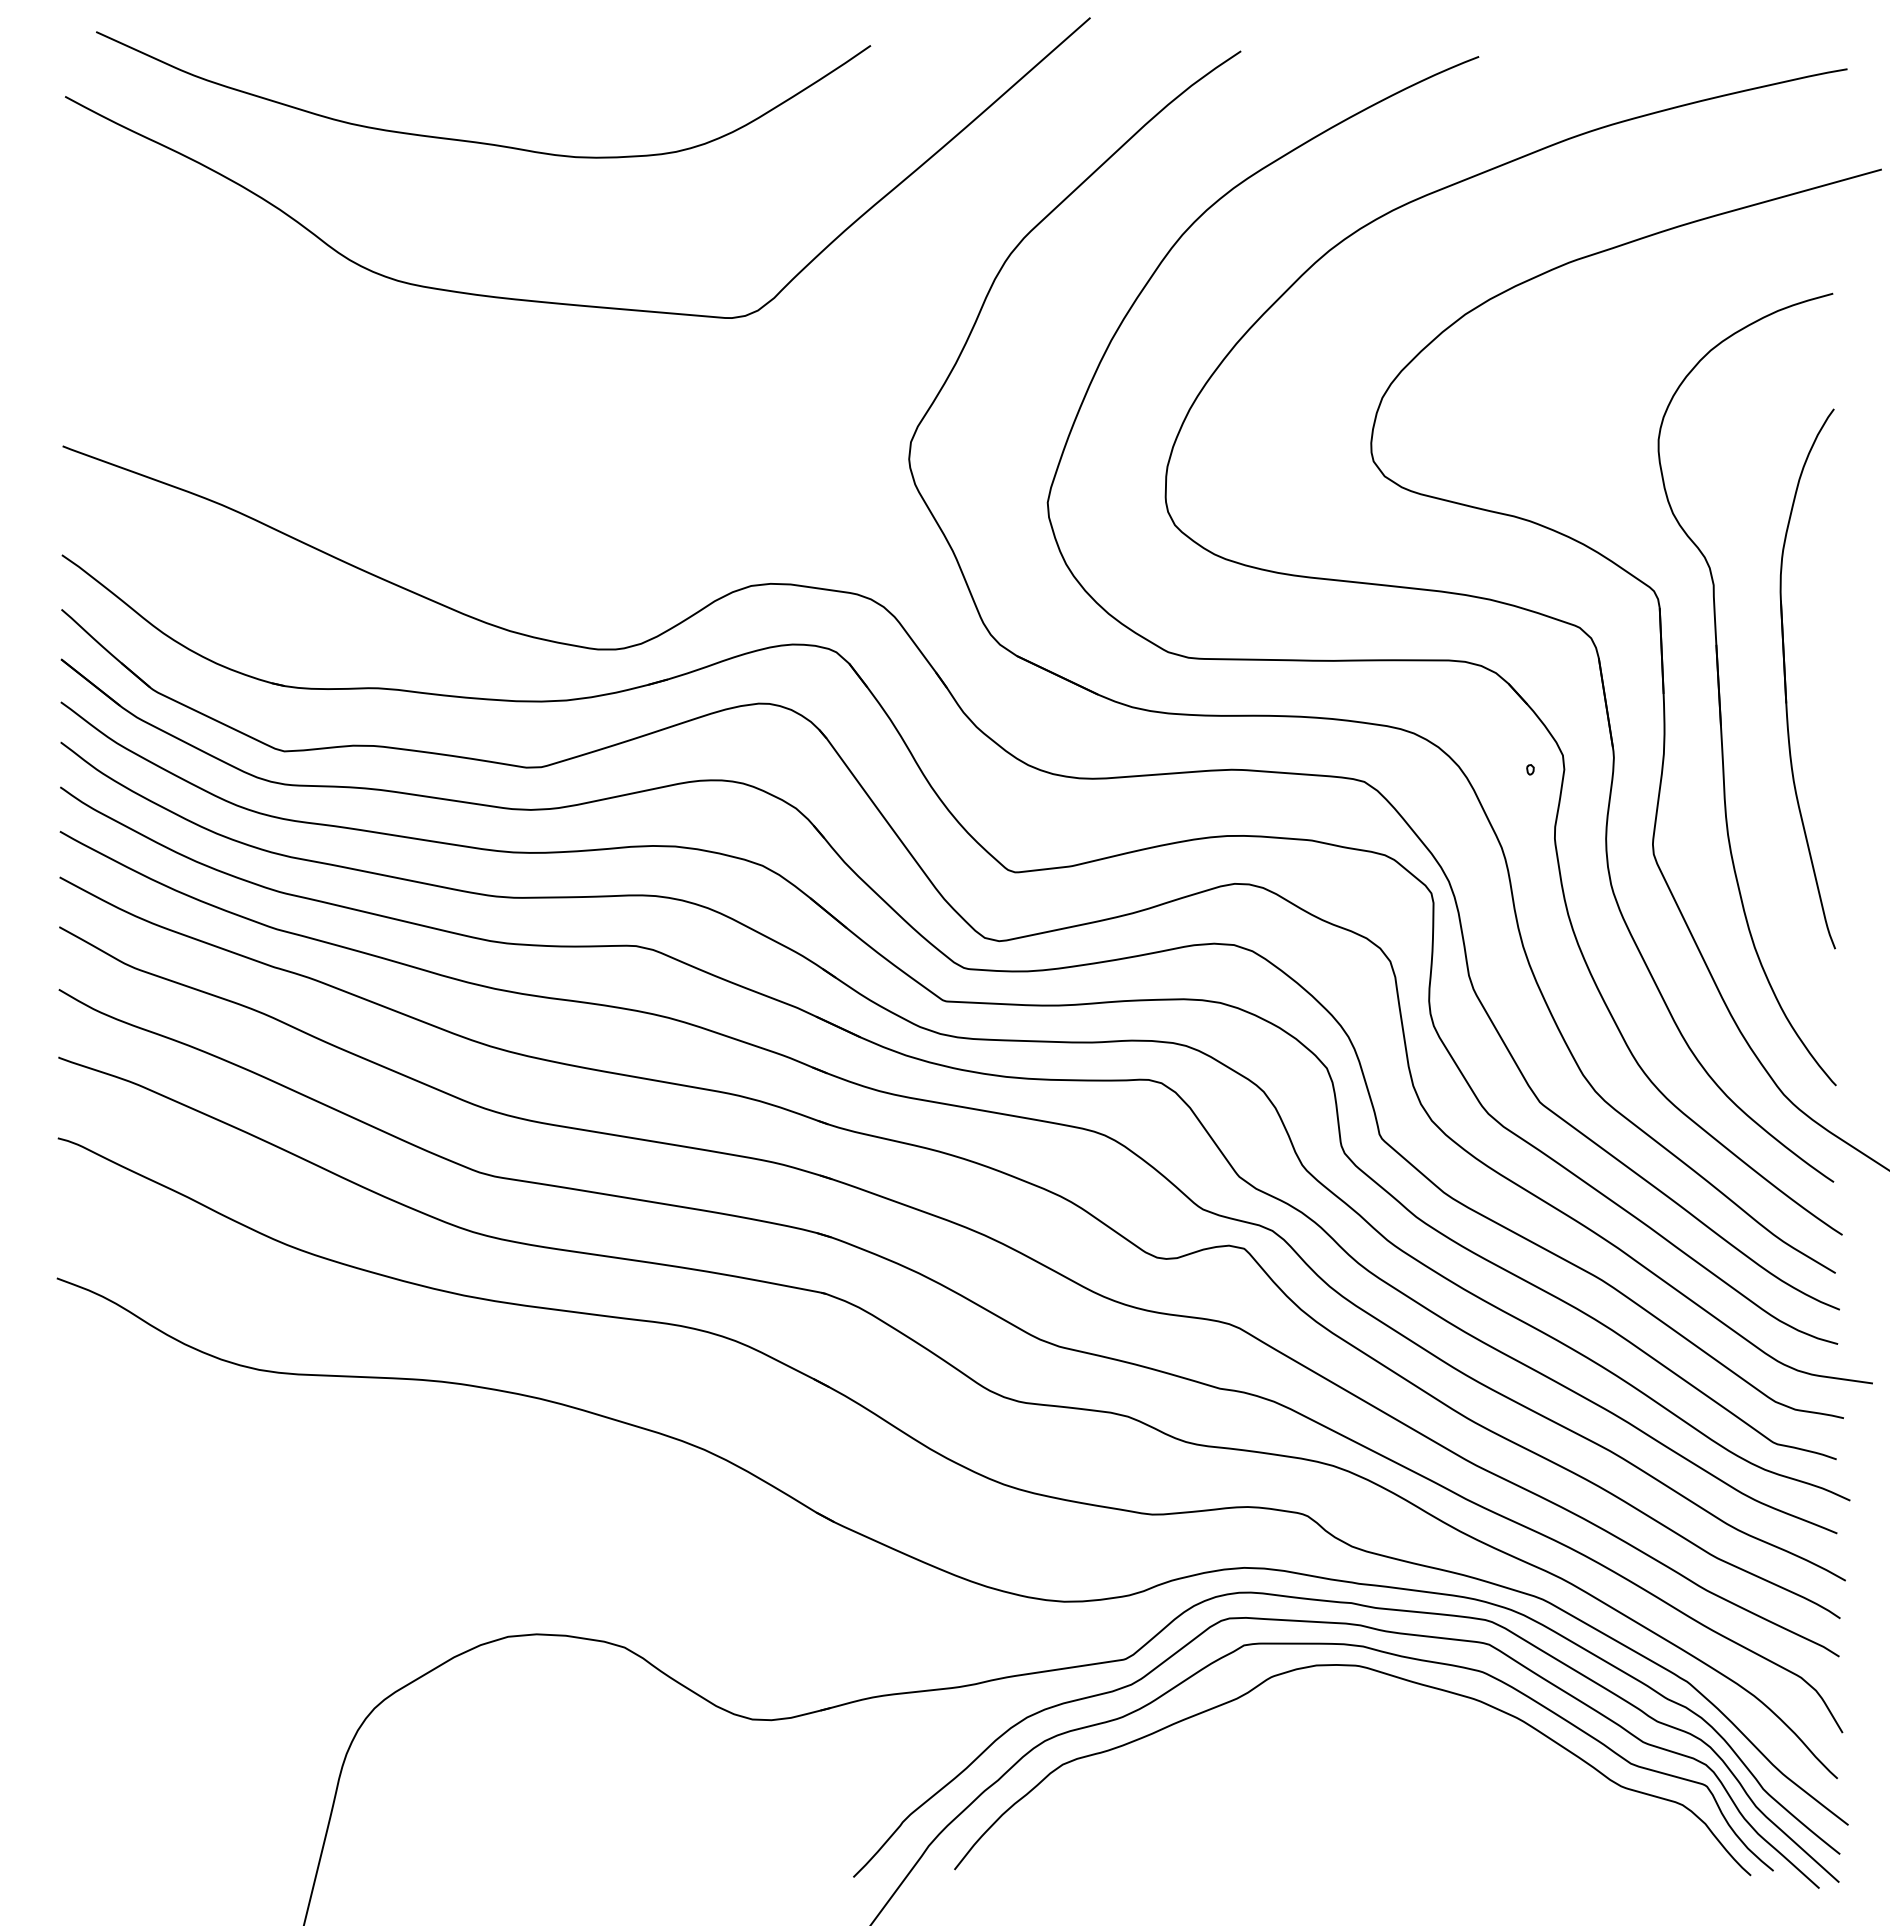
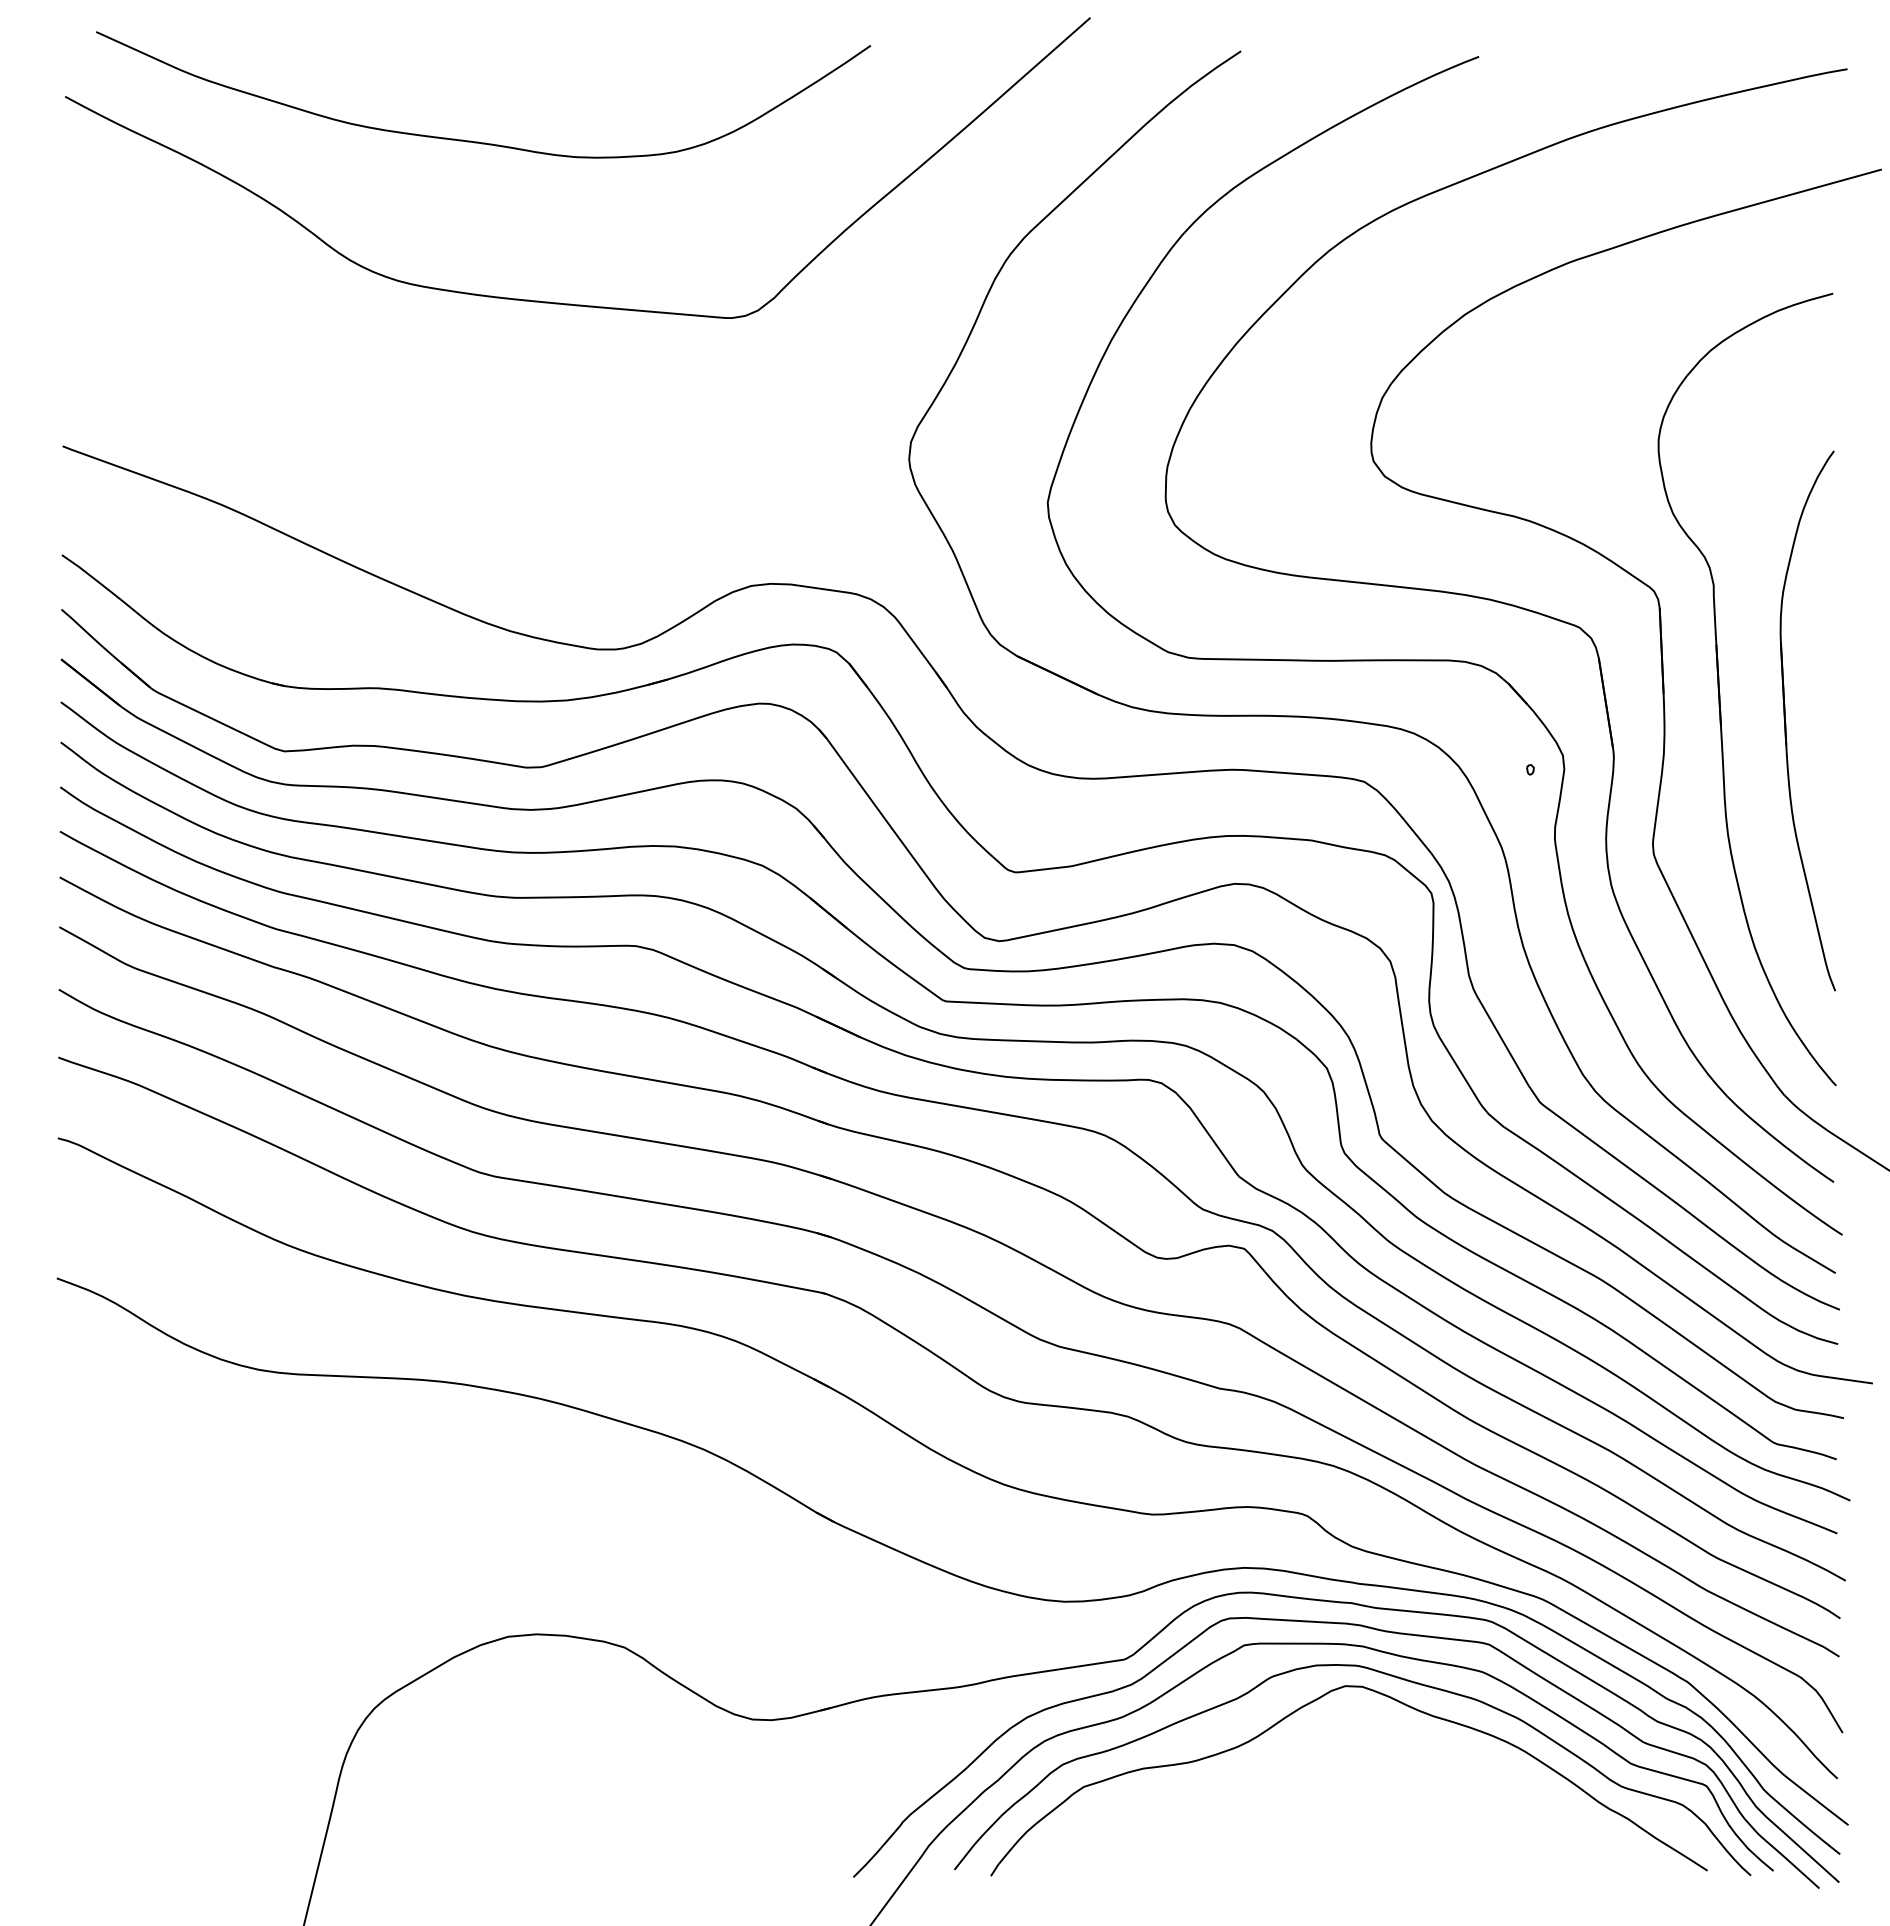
part at (1786, 681) position: (1786, 681) -> (1786, 723)
curve at (1309, 1704): none -> present
